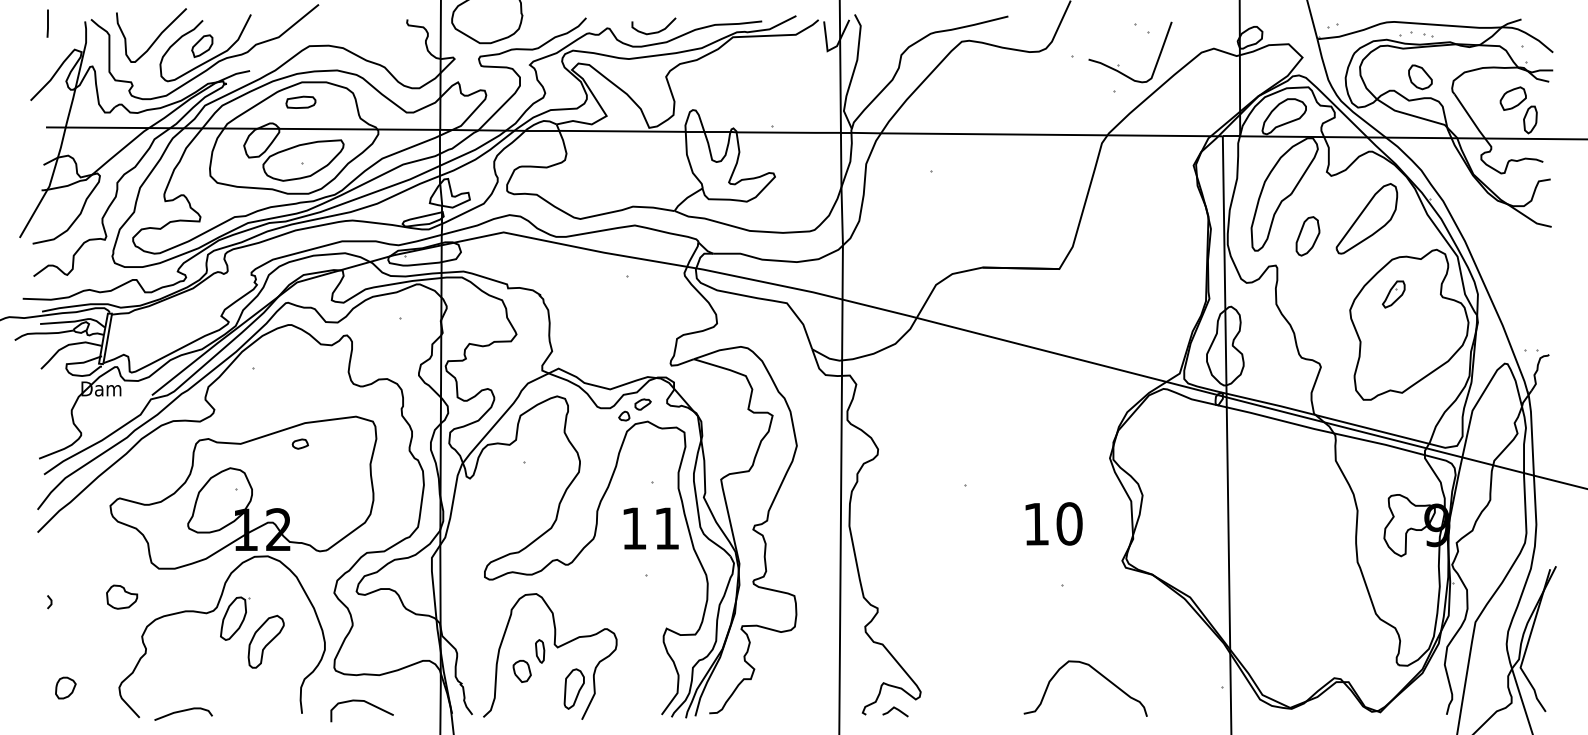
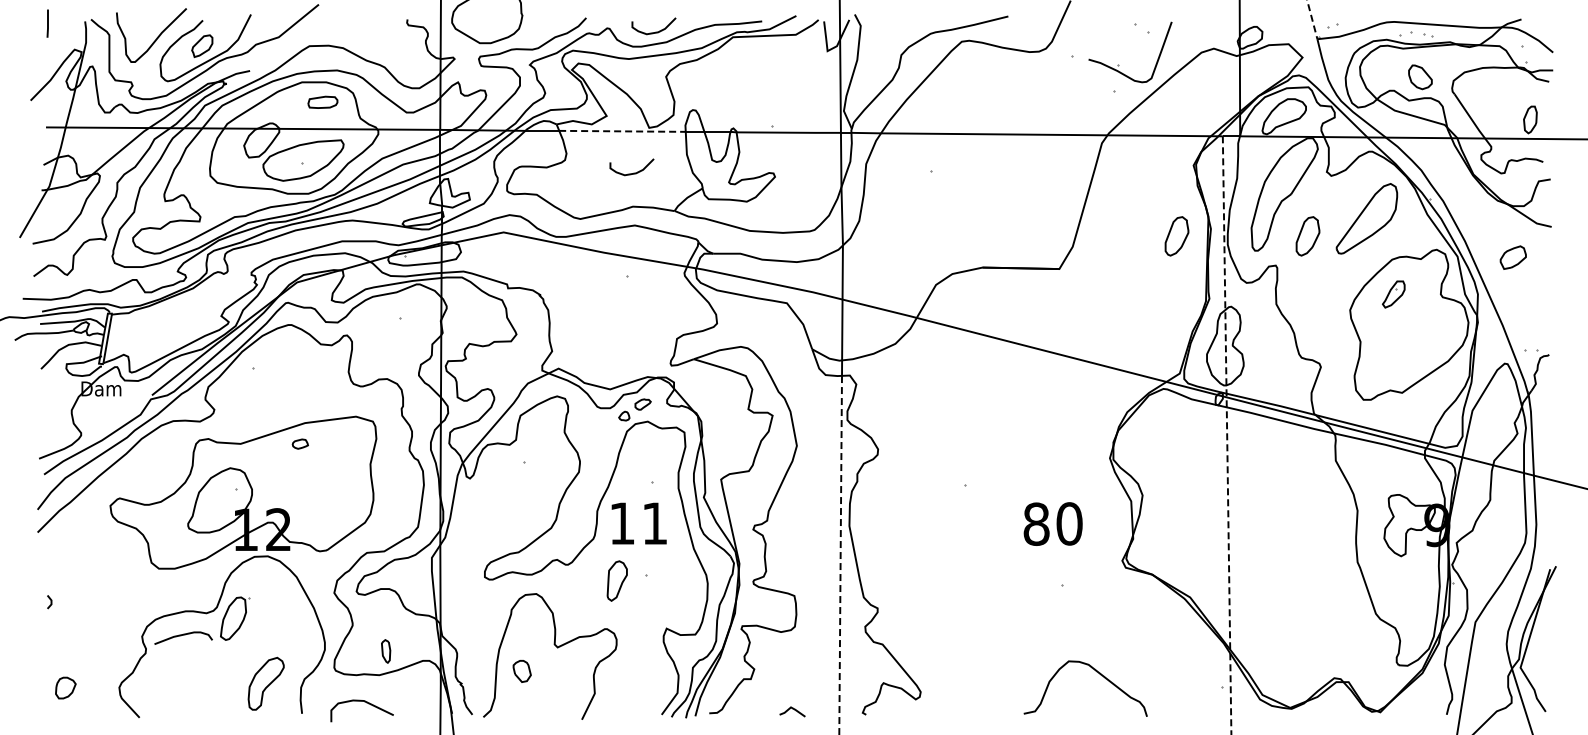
line at (1312, 20): solid -> dashed
part at (1512, 98) position: (1512, 98) -> (1512, 257)
part at (300, 101) position: (300, 101) -> (322, 101)
line at (622, 131): solid -> dashed
curve at (633, 172): none -> present
part at (1176, 236): none -> present
line at (1227, 437): solid -> dashed
text at (1036, 523): 10 -> 80
text at (650, 528) position: (650, 528) -> (638, 523)
line at (840, 555): solid -> dashed
part at (122, 596): present -> none
part at (265, 641) position: (265, 641) -> (265, 683)
part at (540, 651) position: (540, 651) -> (386, 651)
part at (573, 688) position: (573, 688) -> (616, 580)
line at (895, 709) position: (895, 709) -> (792, 709)
curve at (183, 711) position: (183, 711) -> (183, 635)
